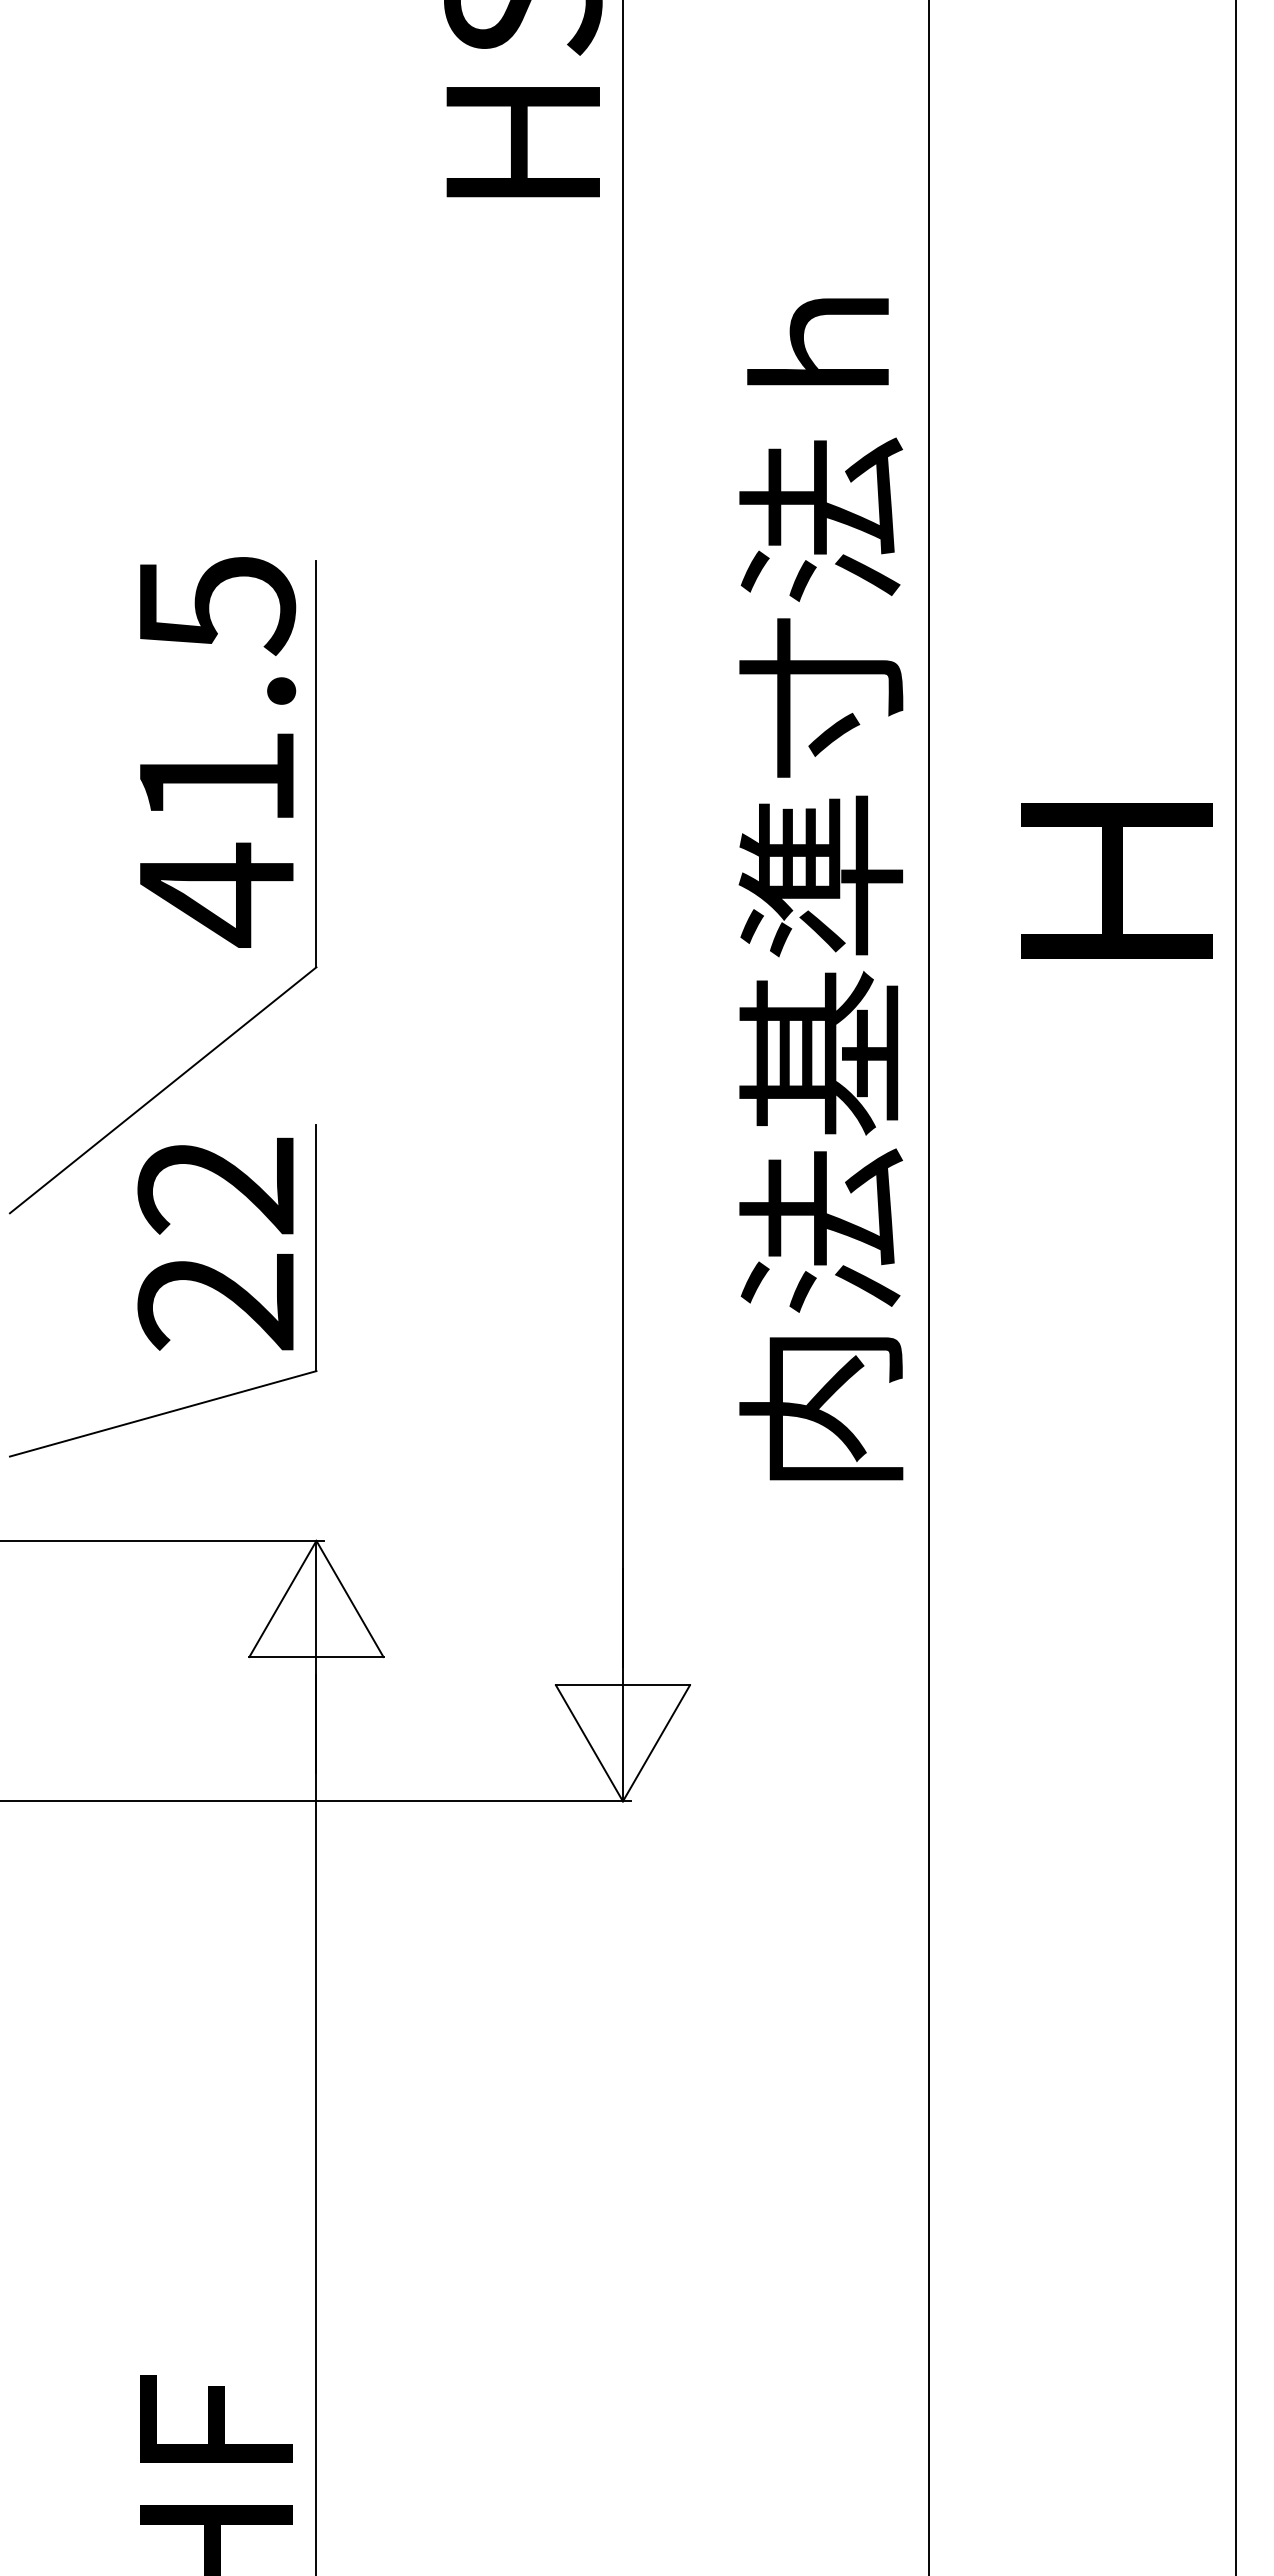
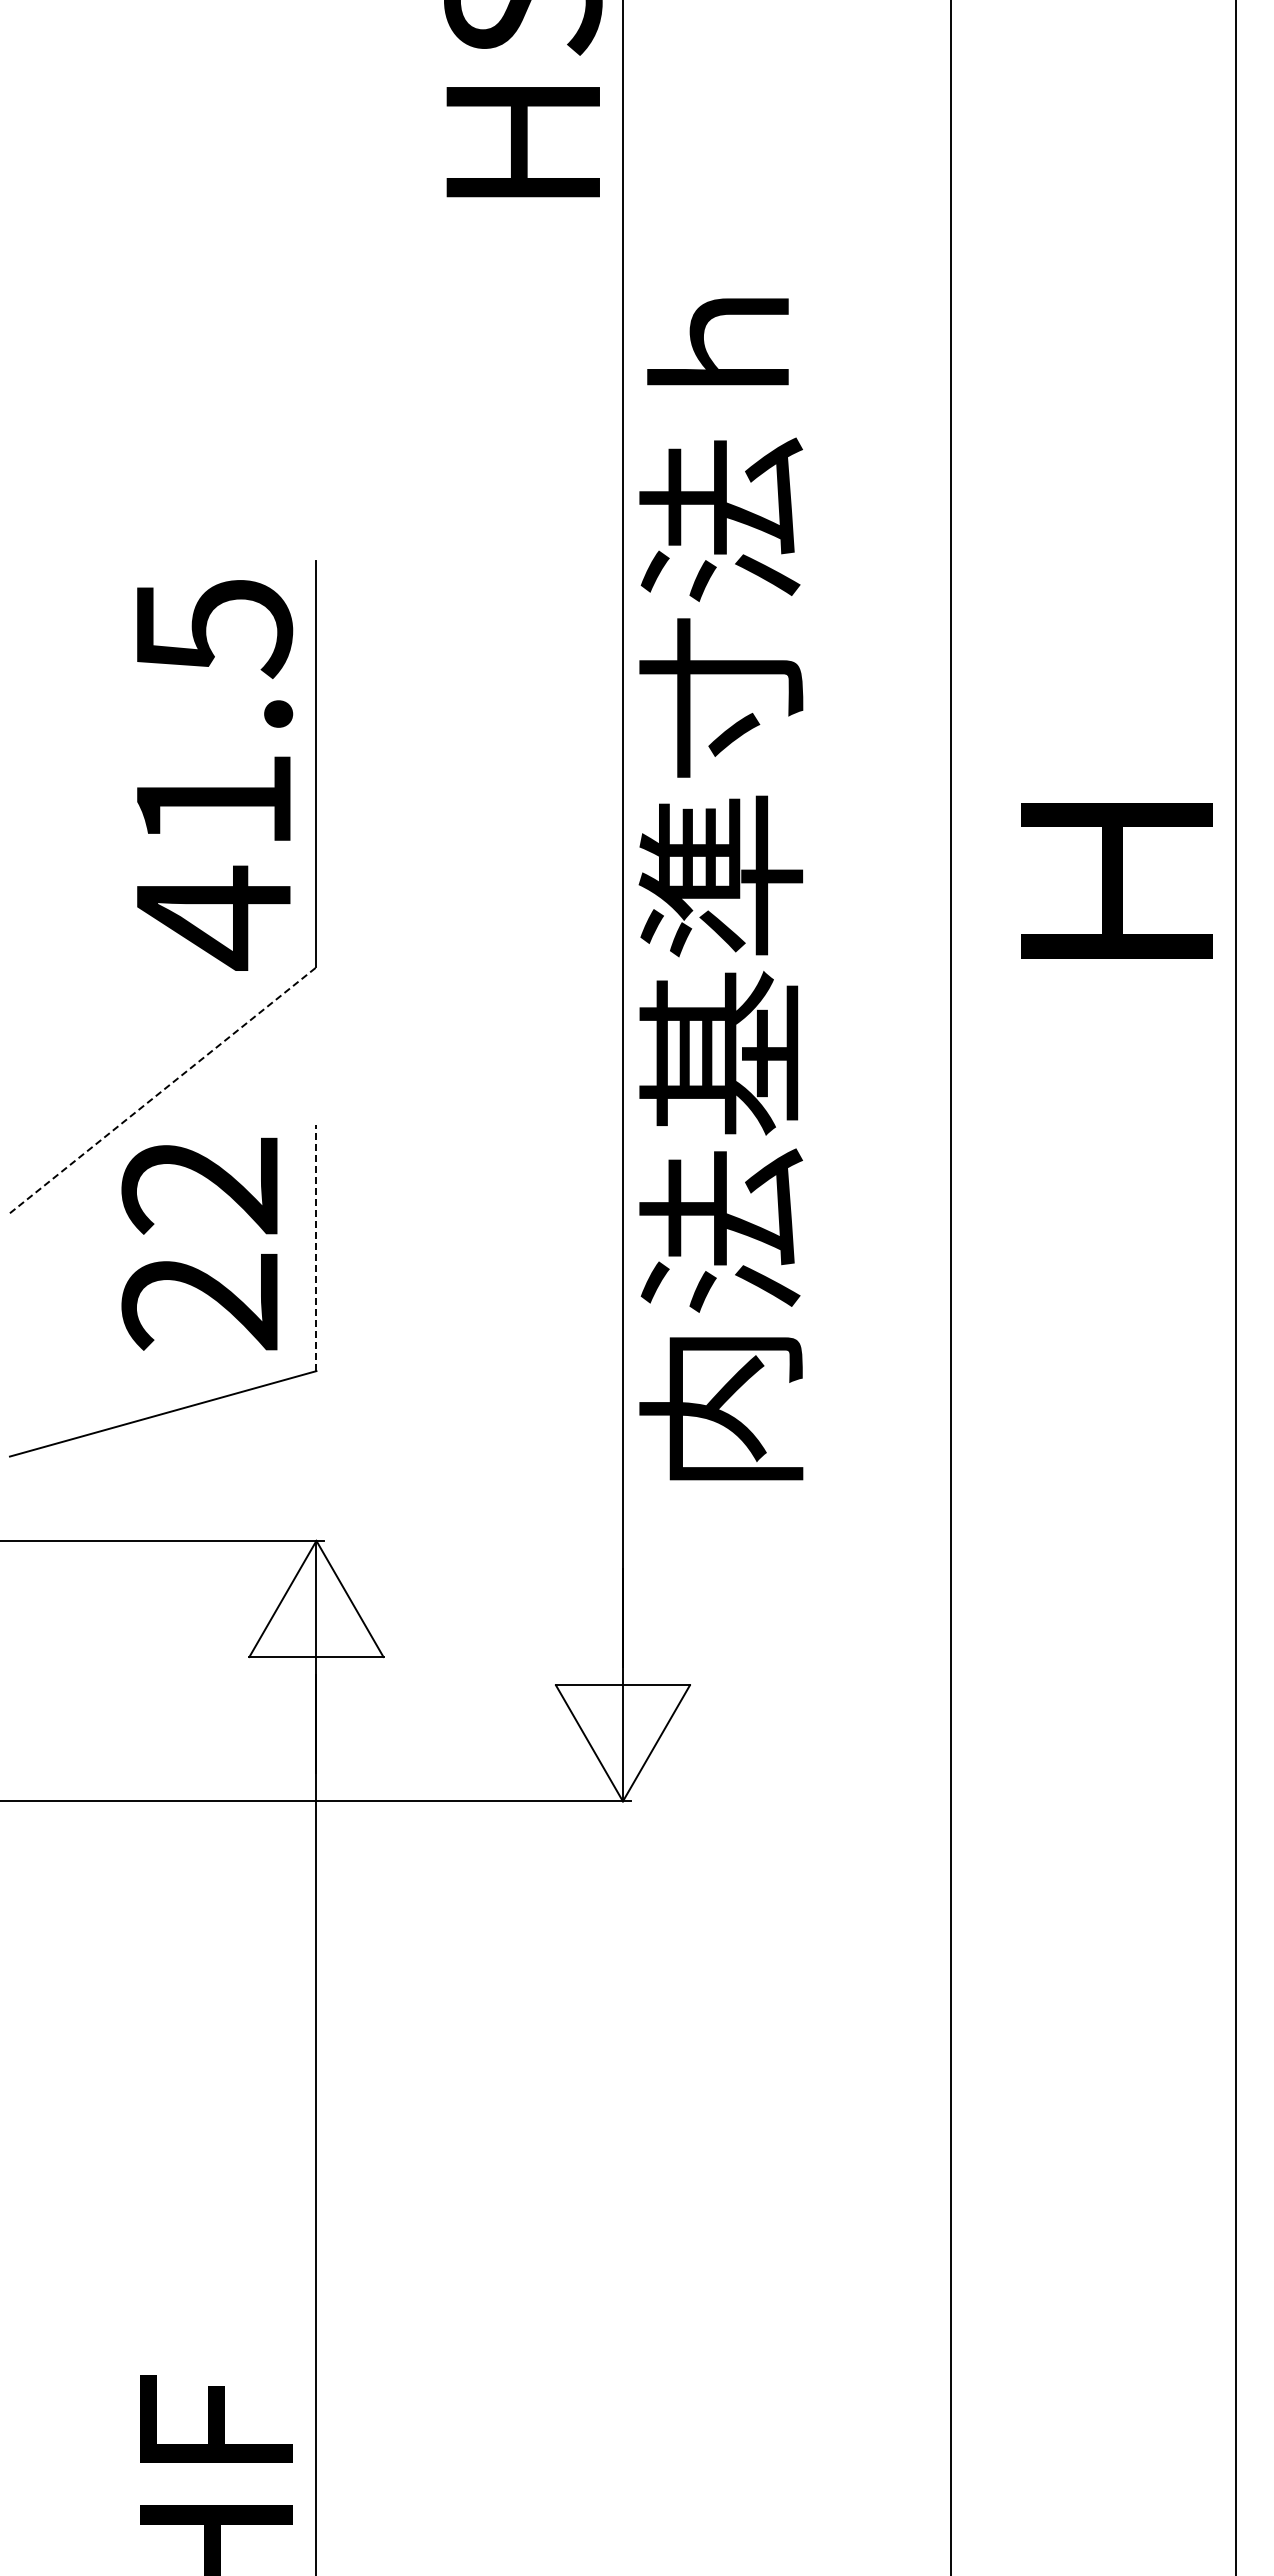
text at (218, 752) position: (218, 752) -> (215, 775)
text at (820, 889) position: (820, 889) -> (720, 889)
line at (163, 1090): solid -> dashed
text at (215, 1243) position: (215, 1243) -> (199, 1243)
line at (316, 1247): solid -> dashed
line at (929, 1287) position: (929, 1287) -> (951, 1287)
